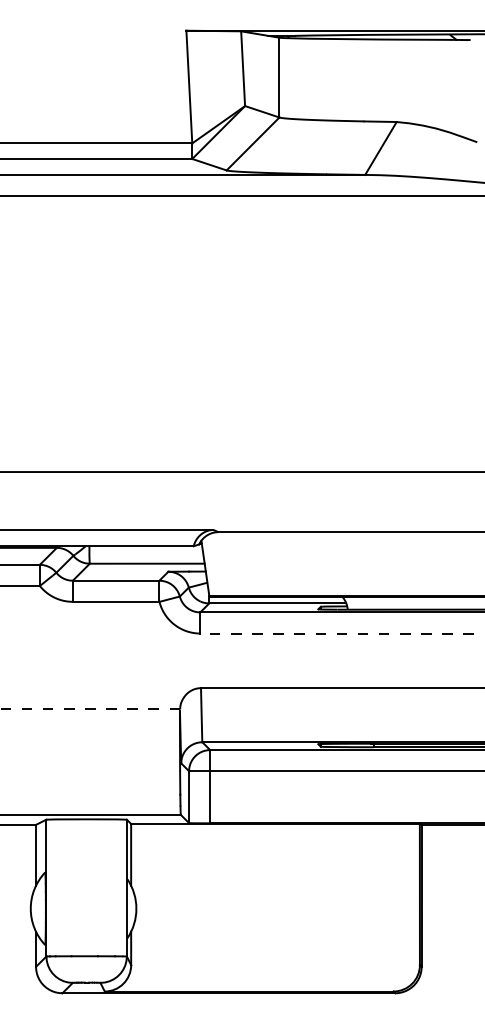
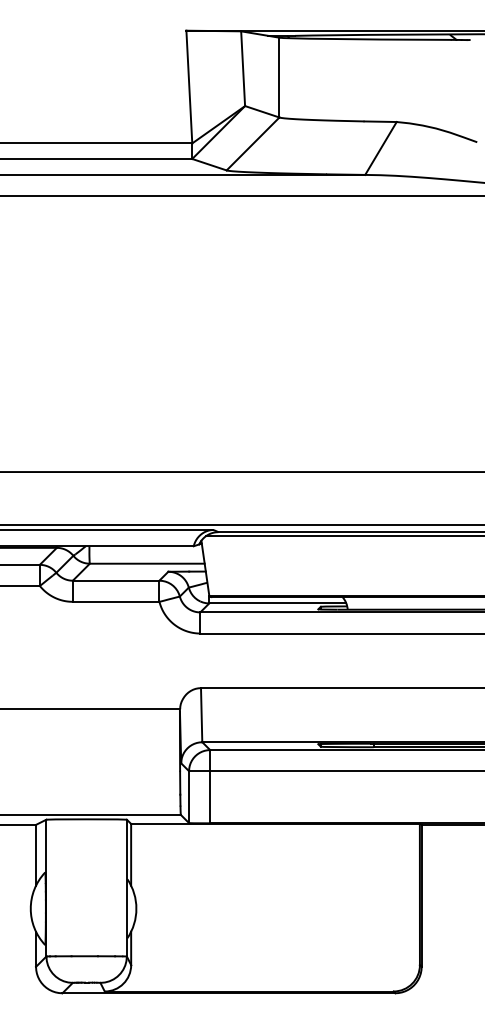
line at (241, 524): none -> present
line at (343, 536): none -> present
line at (342, 633): dashed -> solid
line at (90, 709): dashed -> solid
